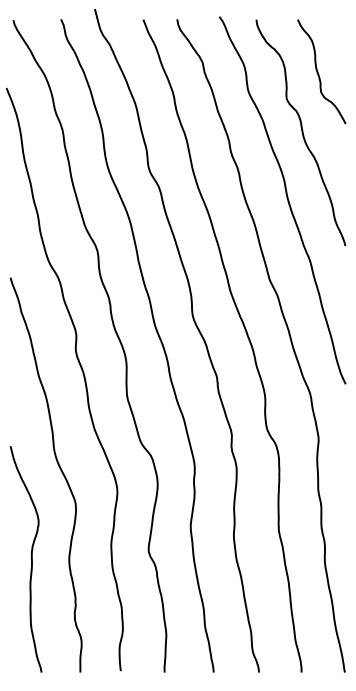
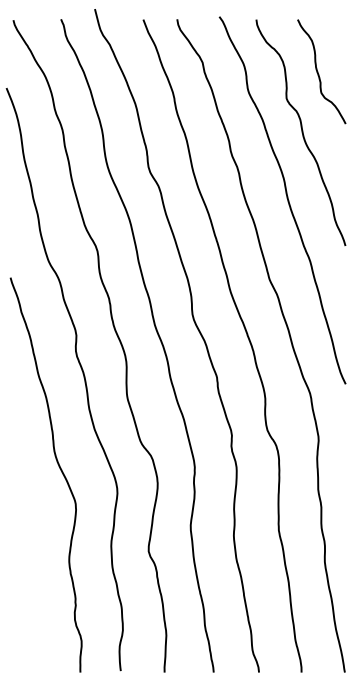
curve at (30, 556): present -> none
